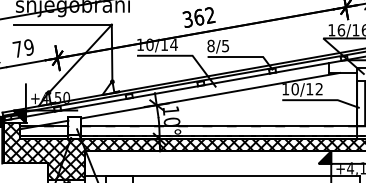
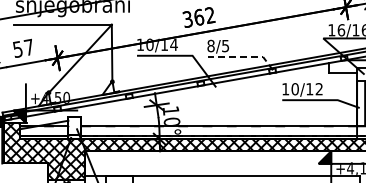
text at (22, 47): 79 -> 57
line at (244, 57): solid -> dashed
line at (210, 95): present -> none
